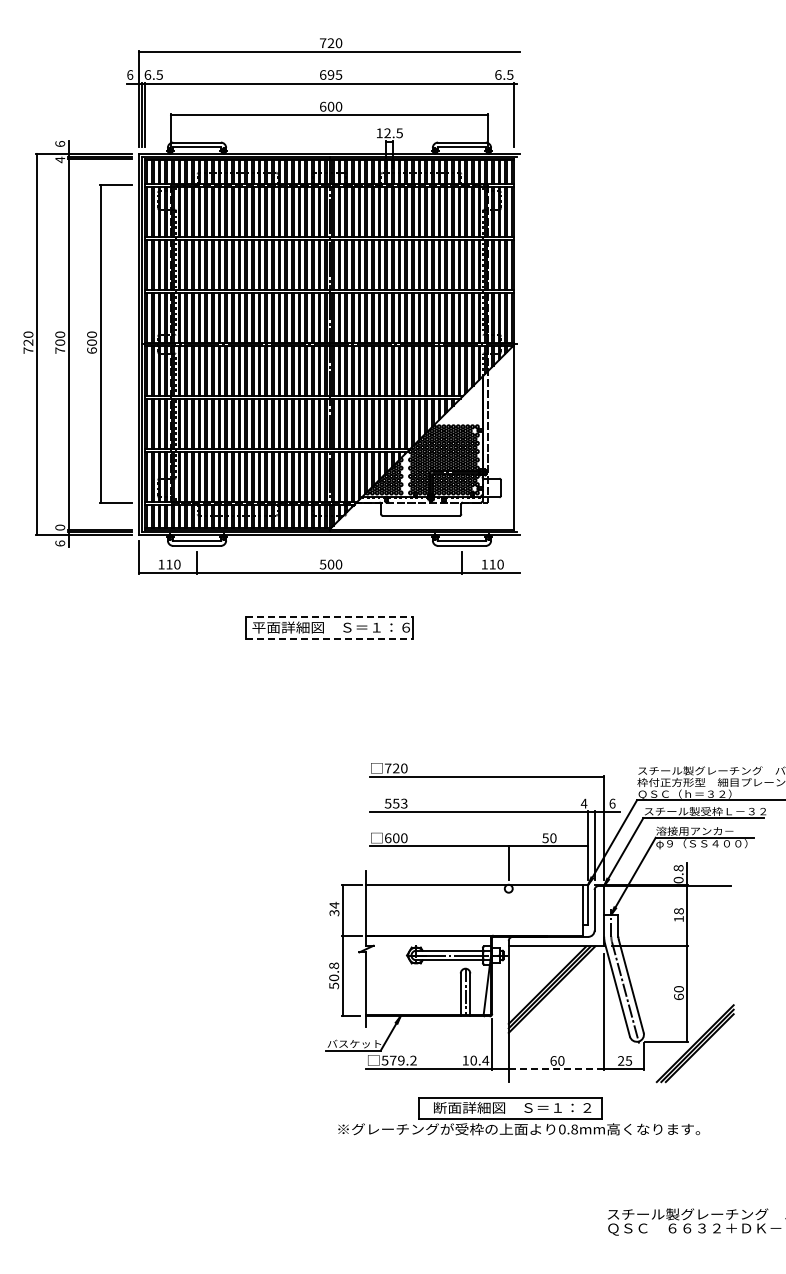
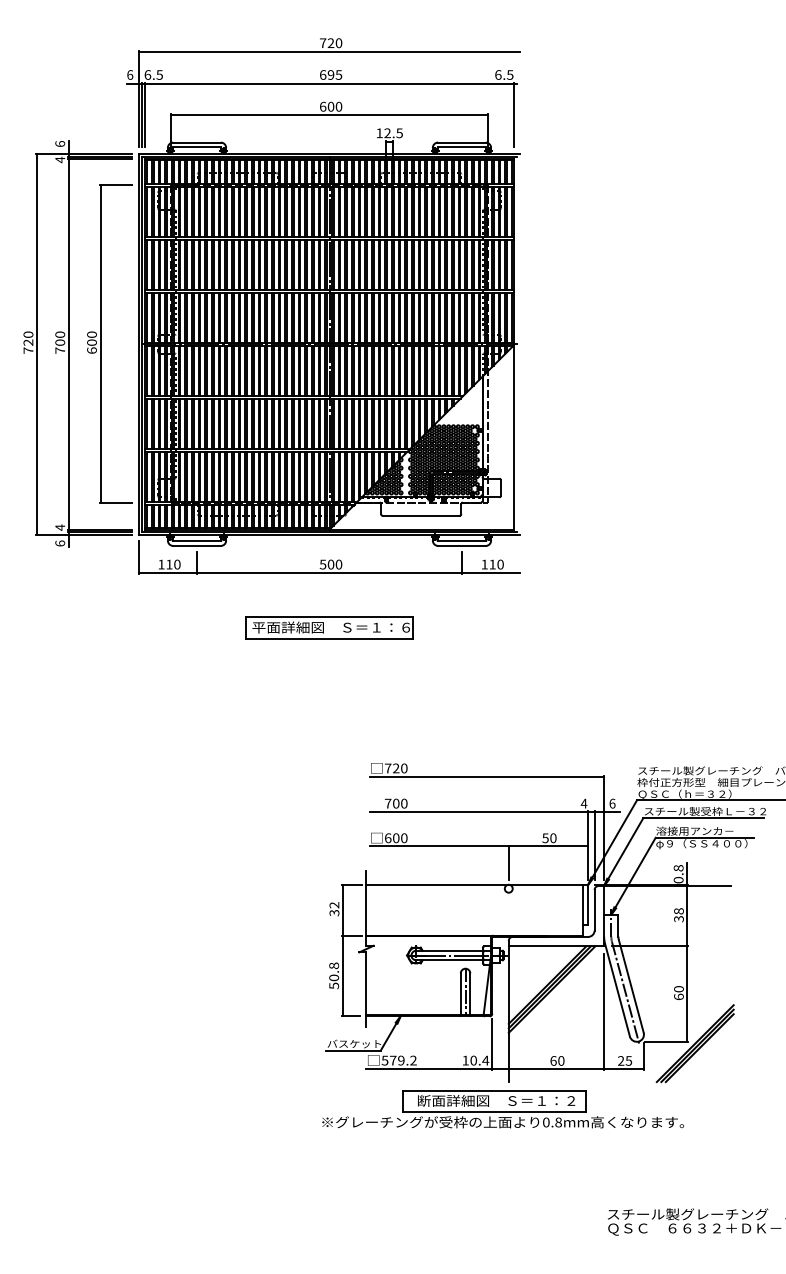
text at (60, 527): 0 -> 4
line at (330, 616): dashed -> solid
line at (330, 639): dashed -> solid
text at (395, 803): 553 -> 700
text at (334, 904): 34 -> 32
text at (678, 919): 18 -> 38
line at (556, 1069): dashed -> solid
part at (519, 1116) position: (519, 1116) -> (503, 1109)
